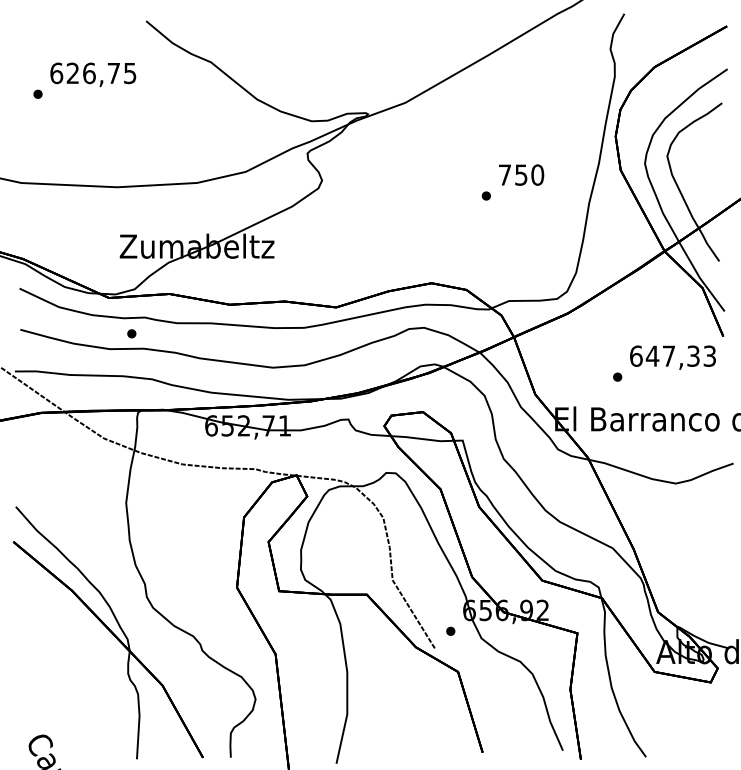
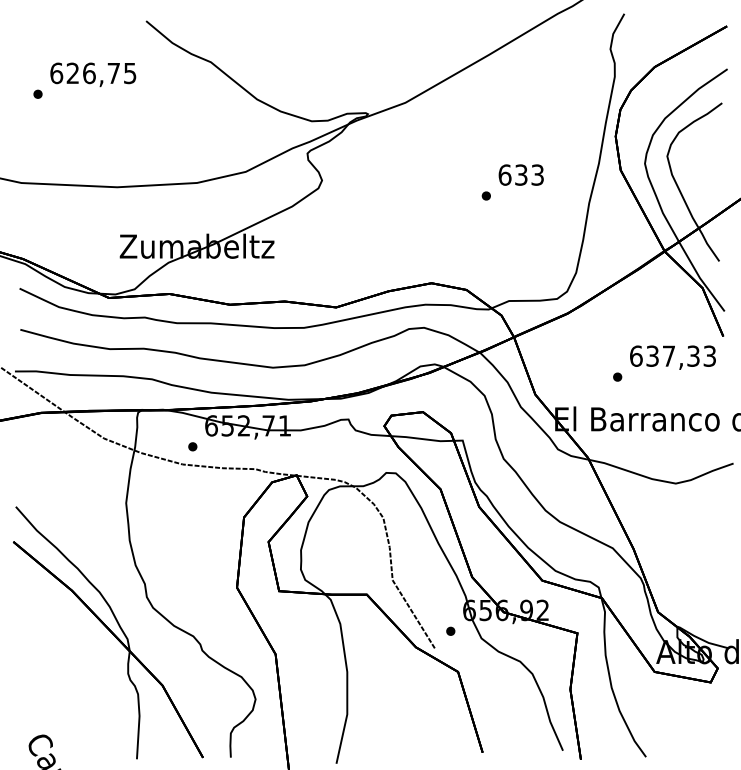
text at (521, 174): 750 -> 633
part at (131, 333) position: (131, 333) -> (192, 446)
text at (652, 355): 647,33 -> 637,33
